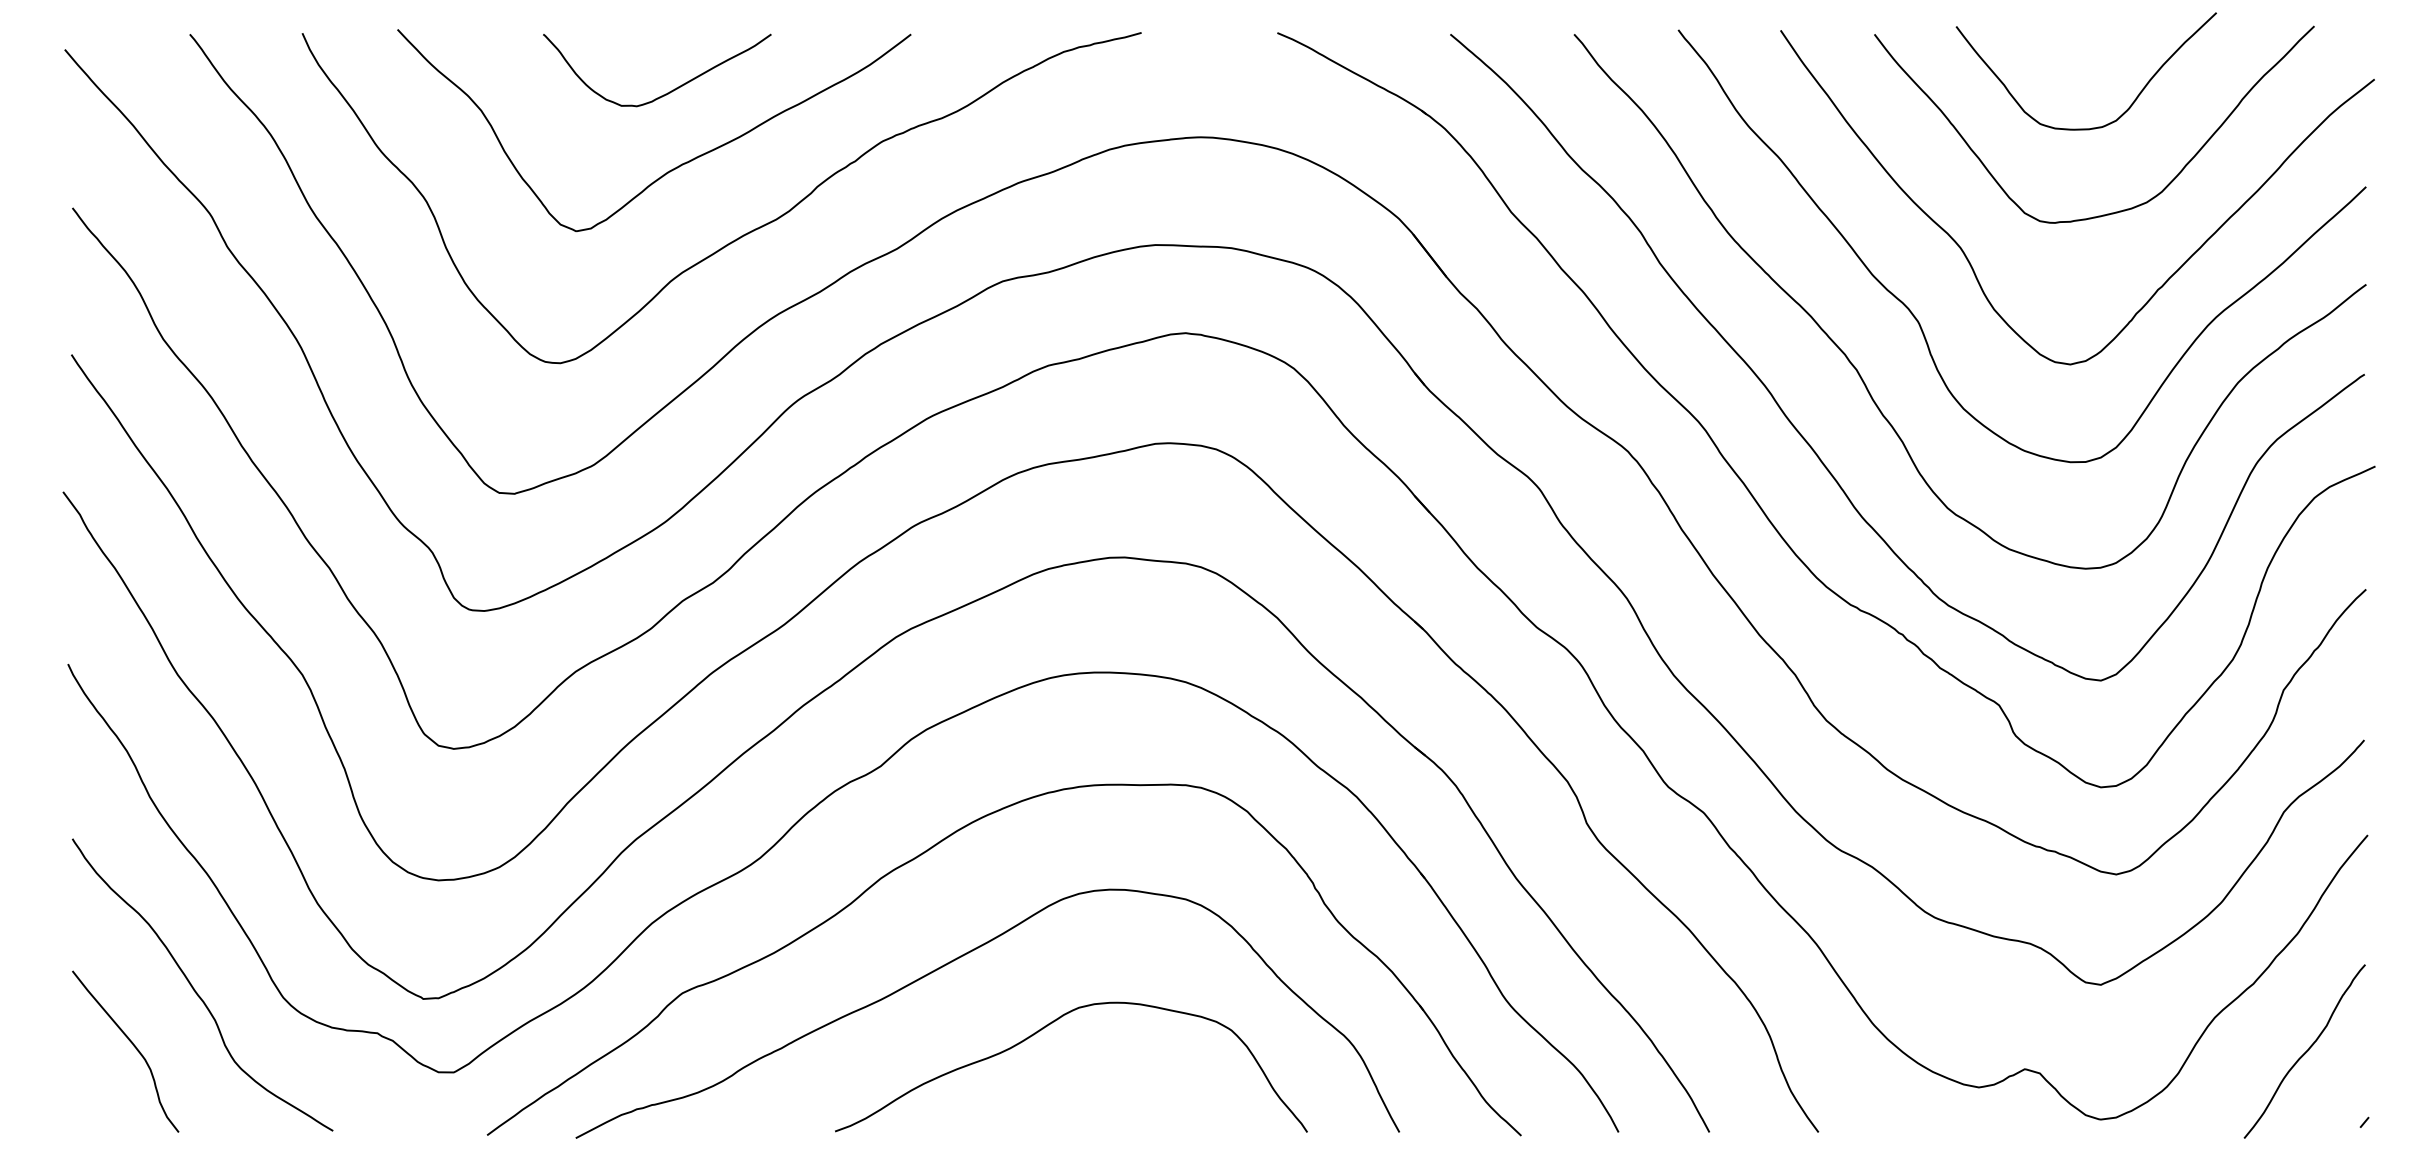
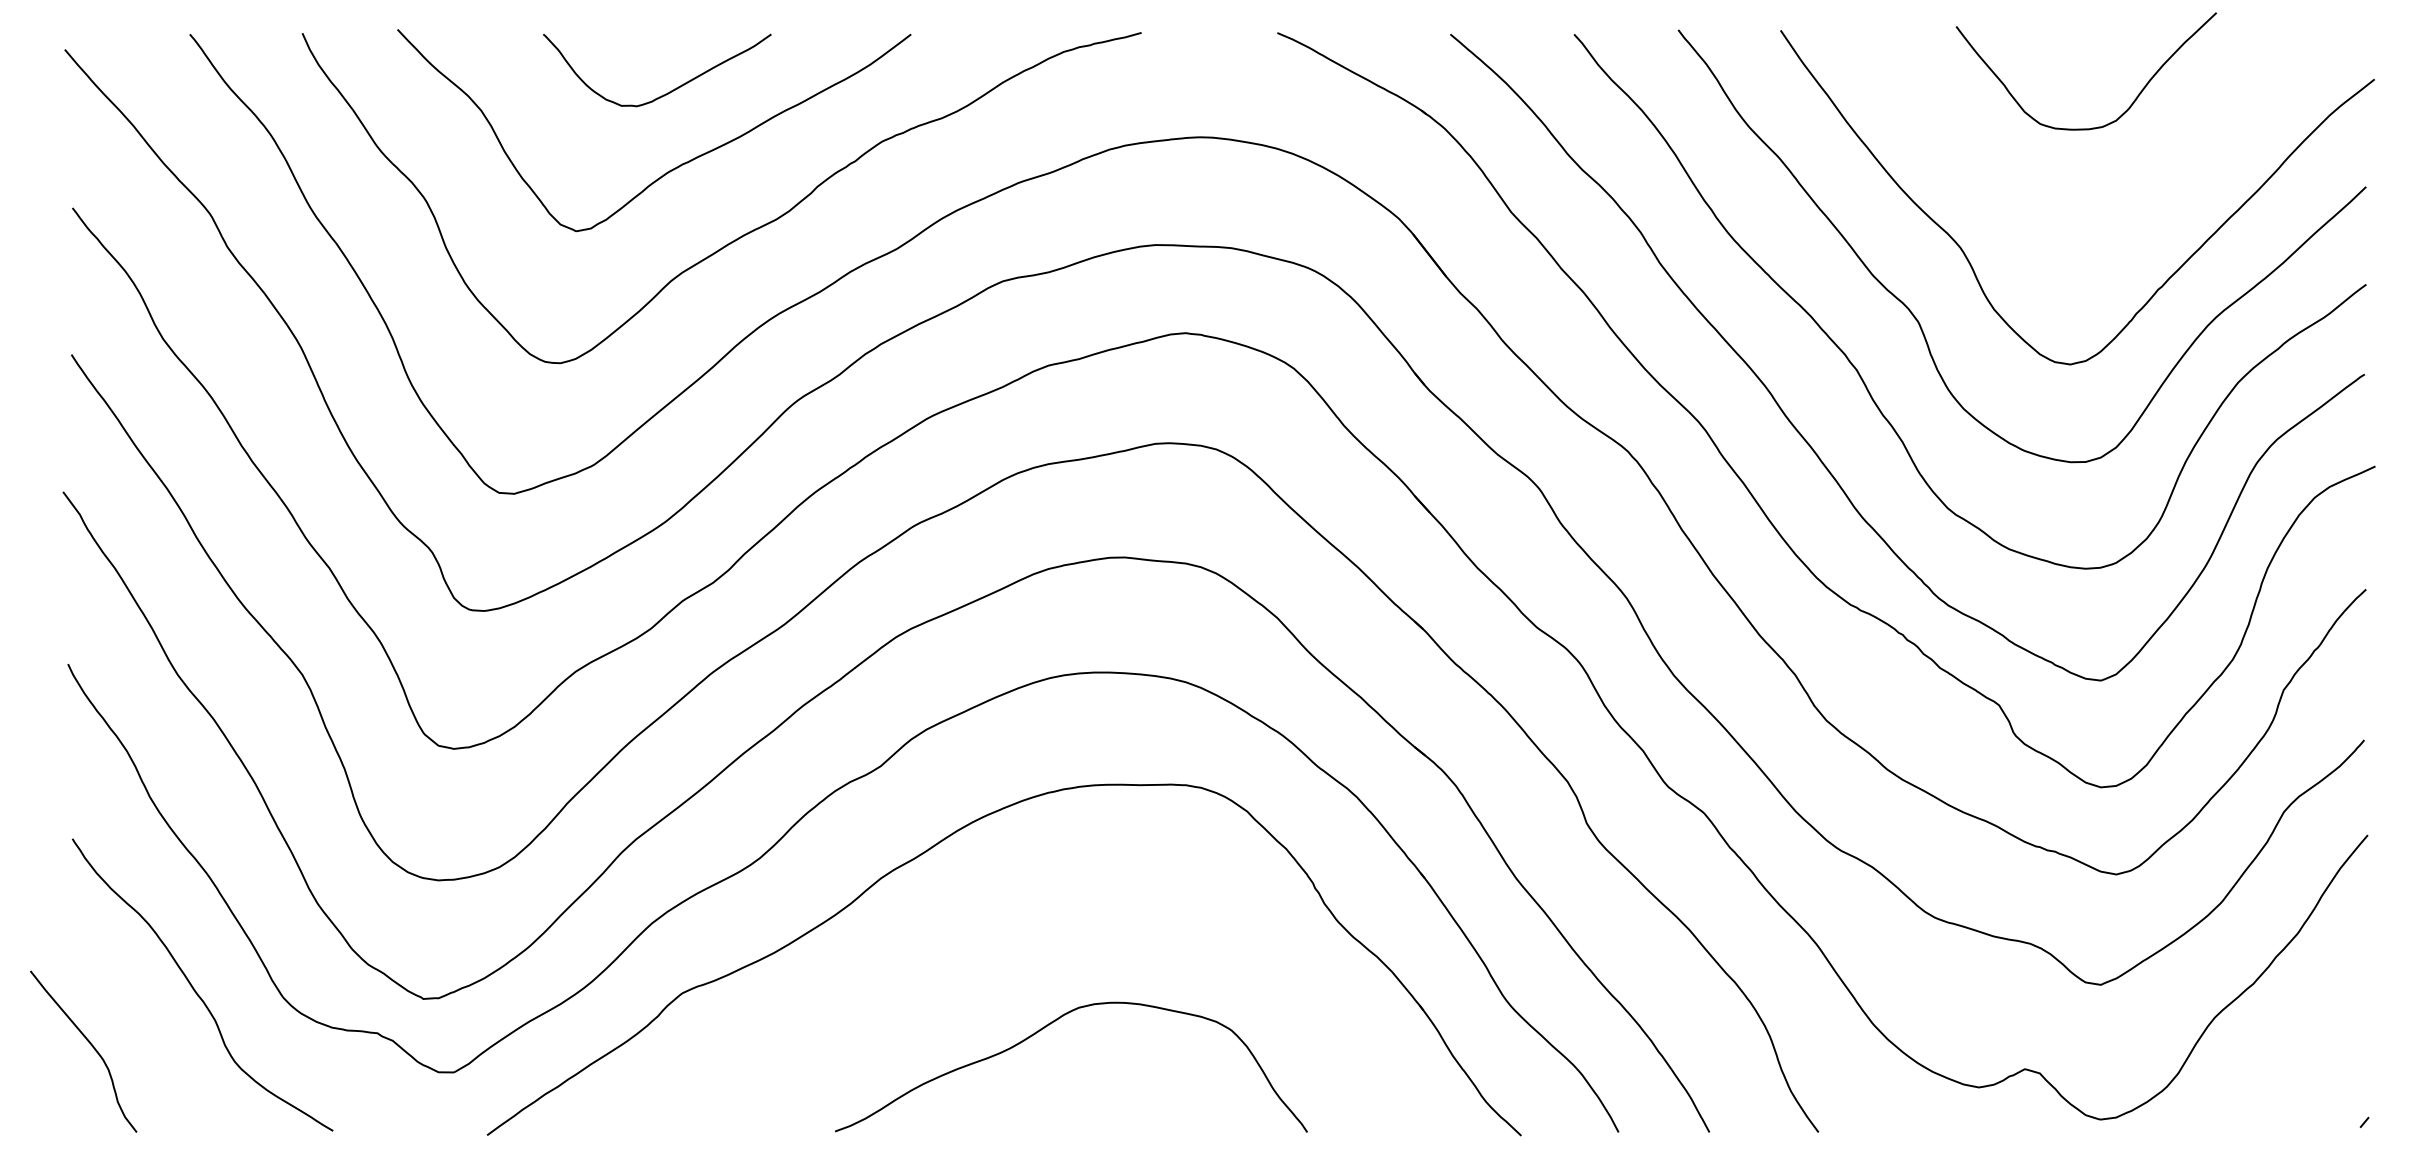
curve at (2115, 211): present -> none
curve at (954, 961): present -> none
curve at (133, 1046) position: (133, 1046) -> (91, 1046)
curve at (2305, 1051): present -> none
